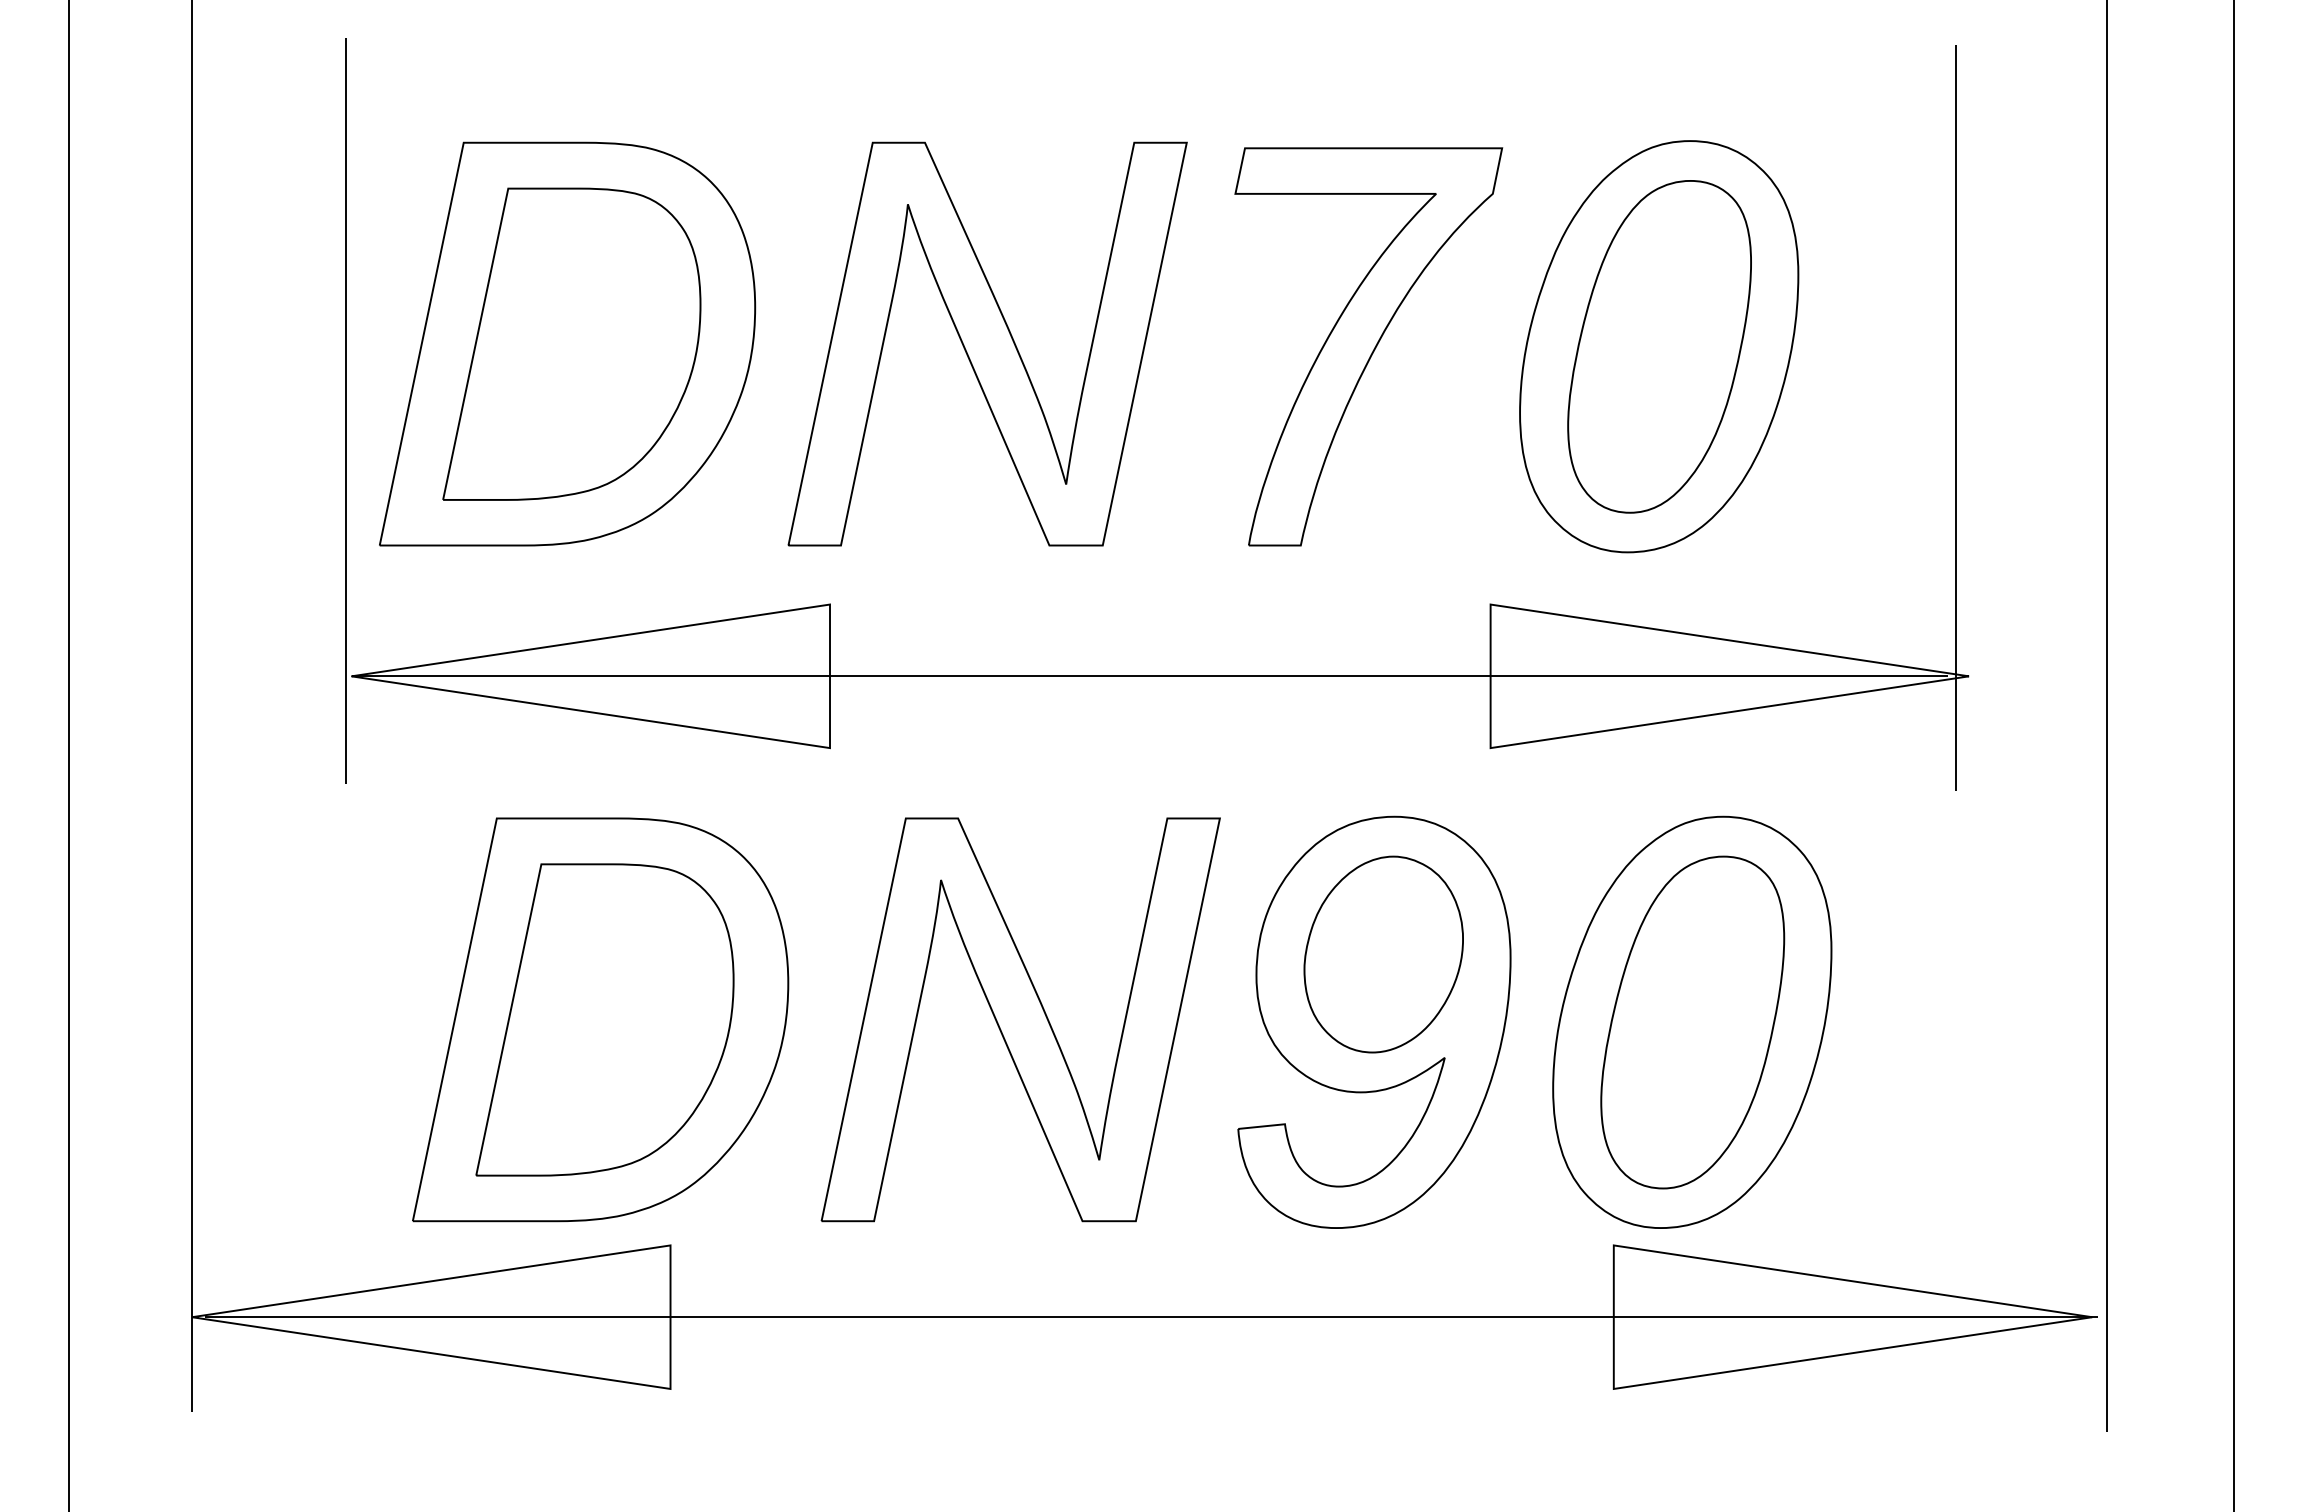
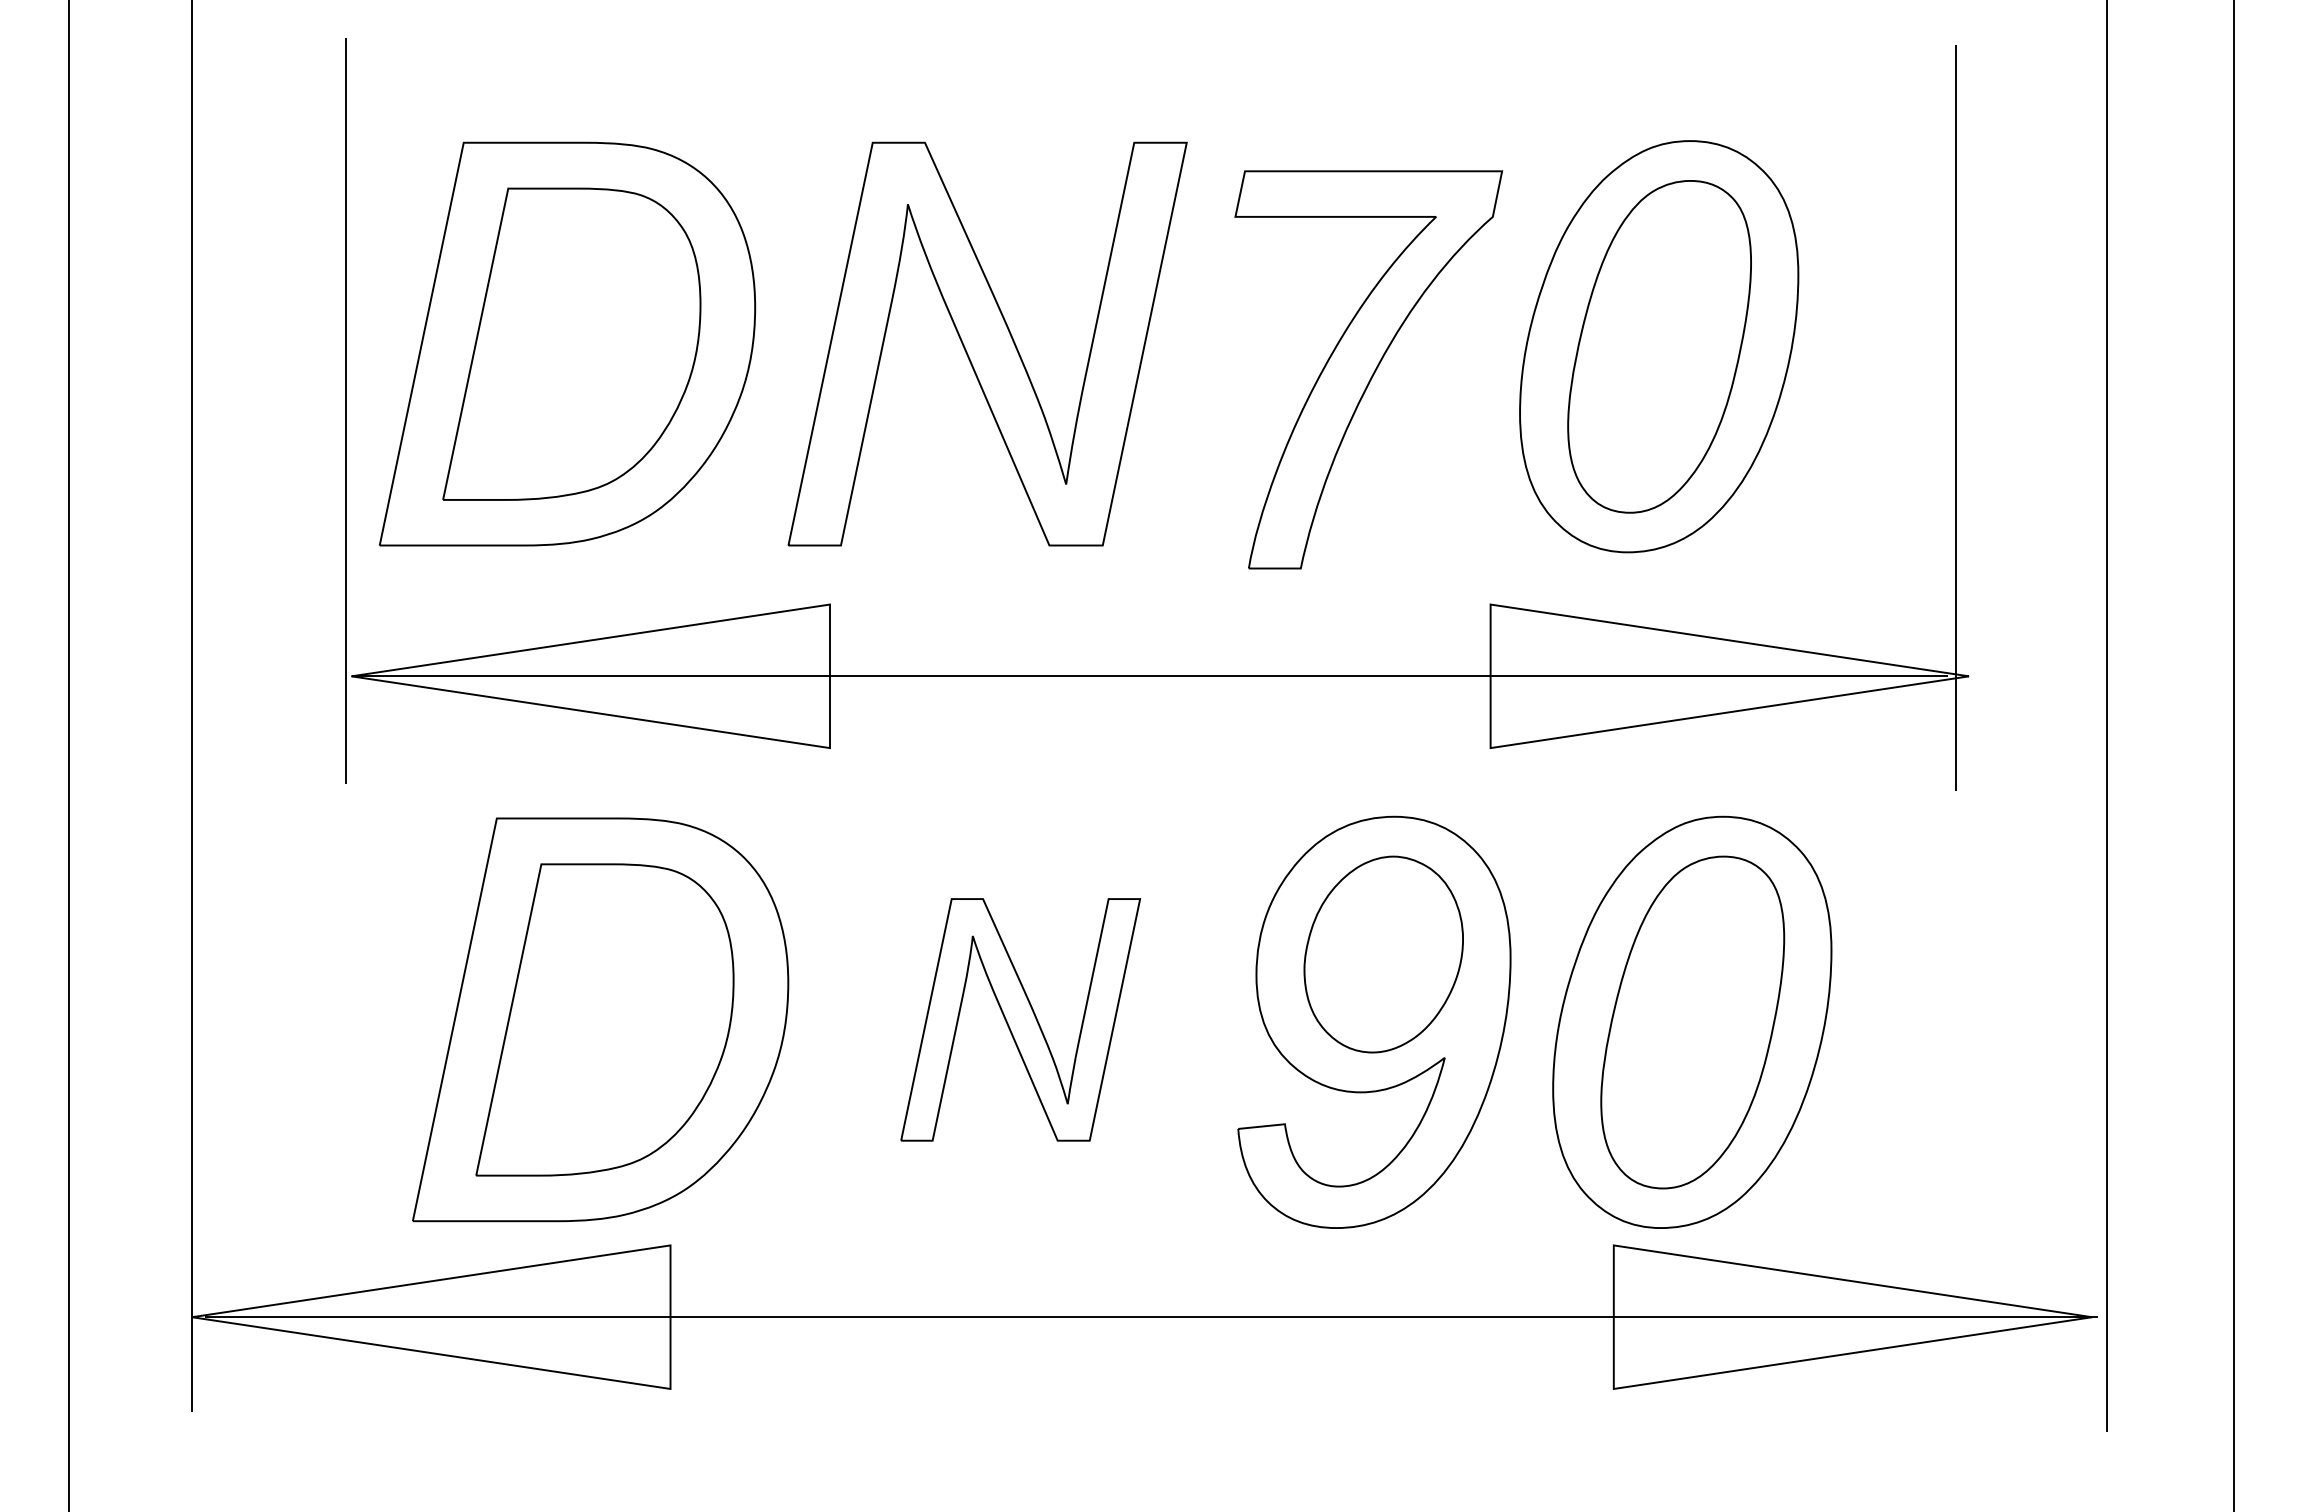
part at (1368, 346) position: (1368, 346) -> (1368, 369)
part at (1020, 1019) size: 401x406 px -> 242x244 px
